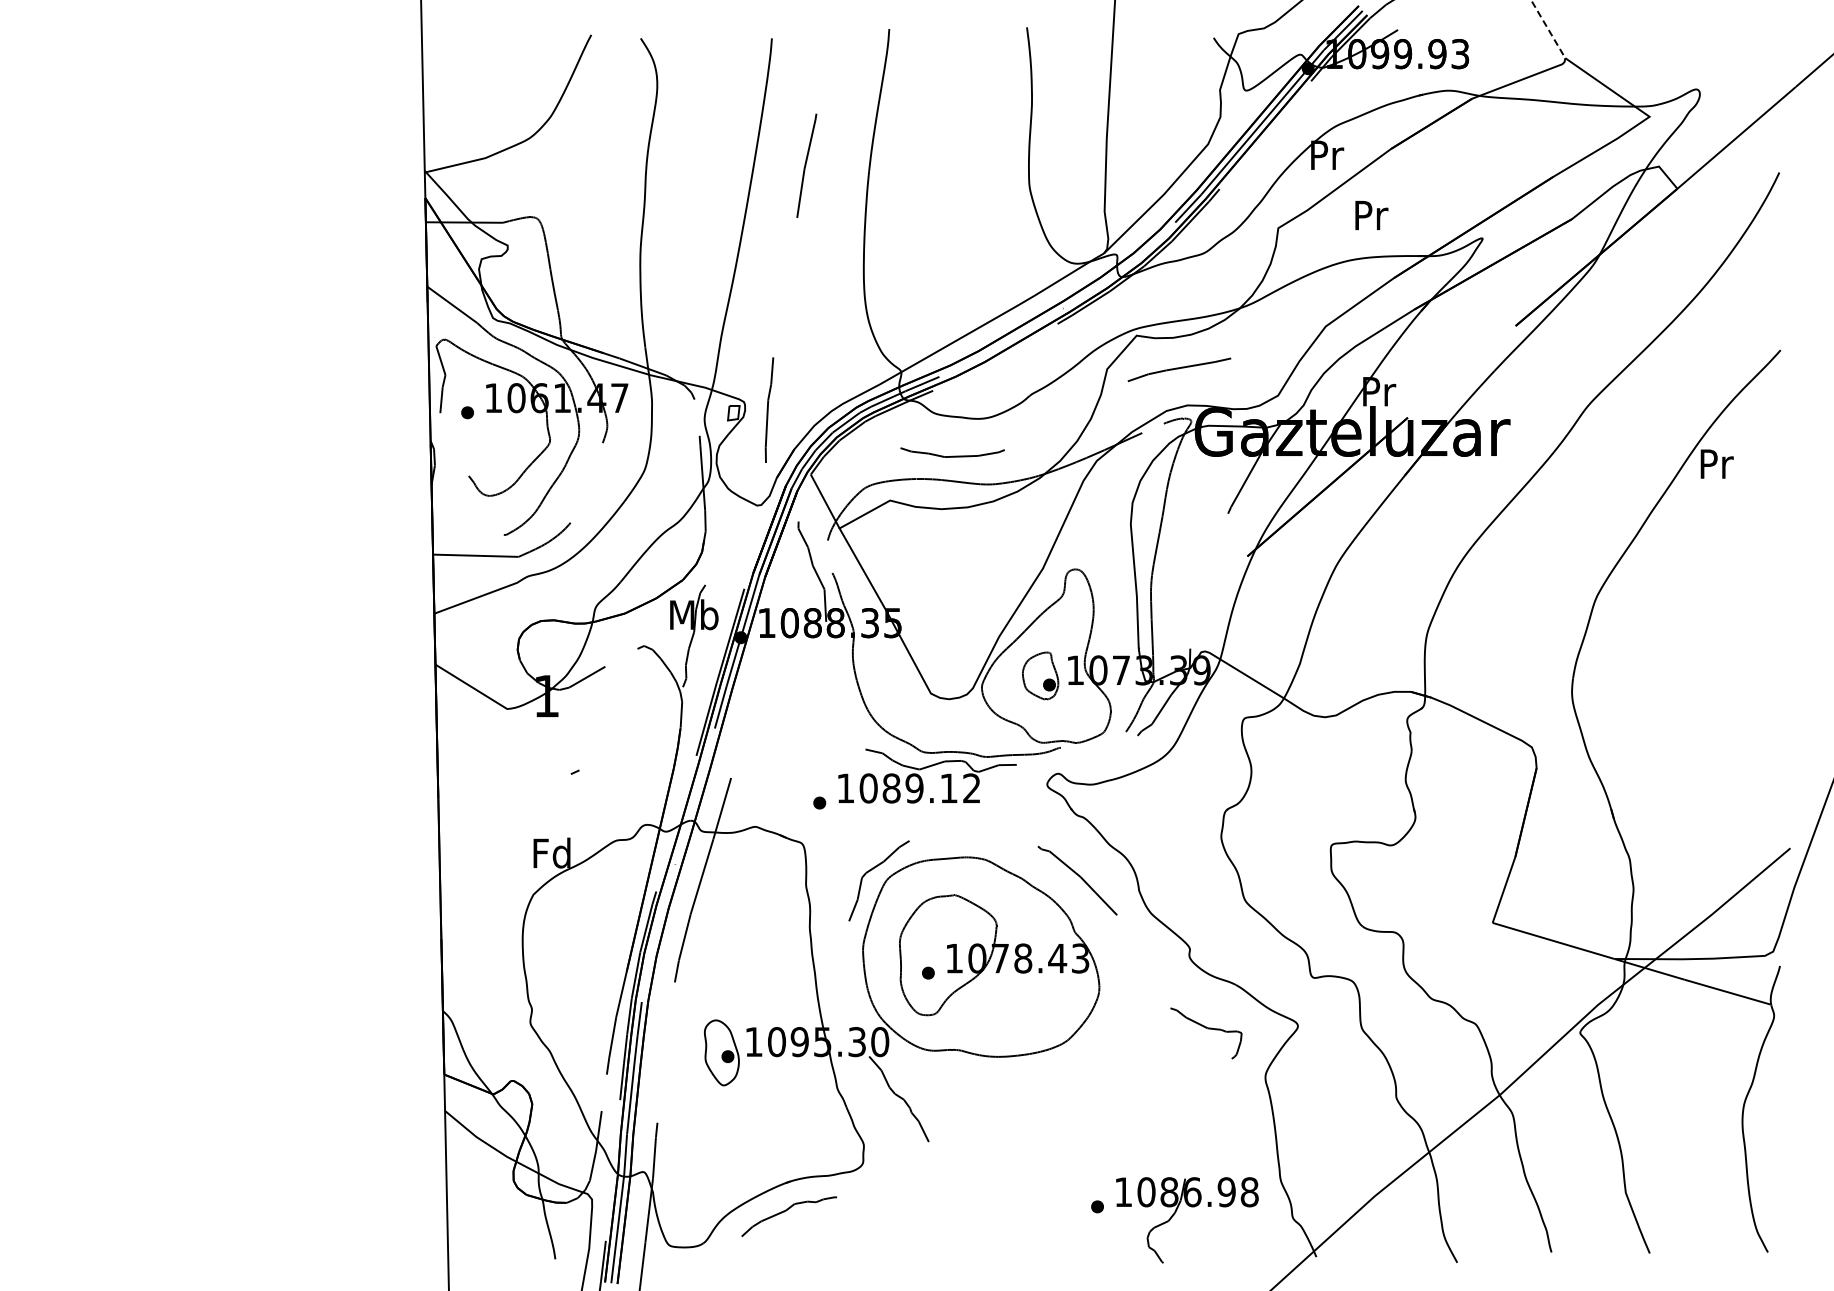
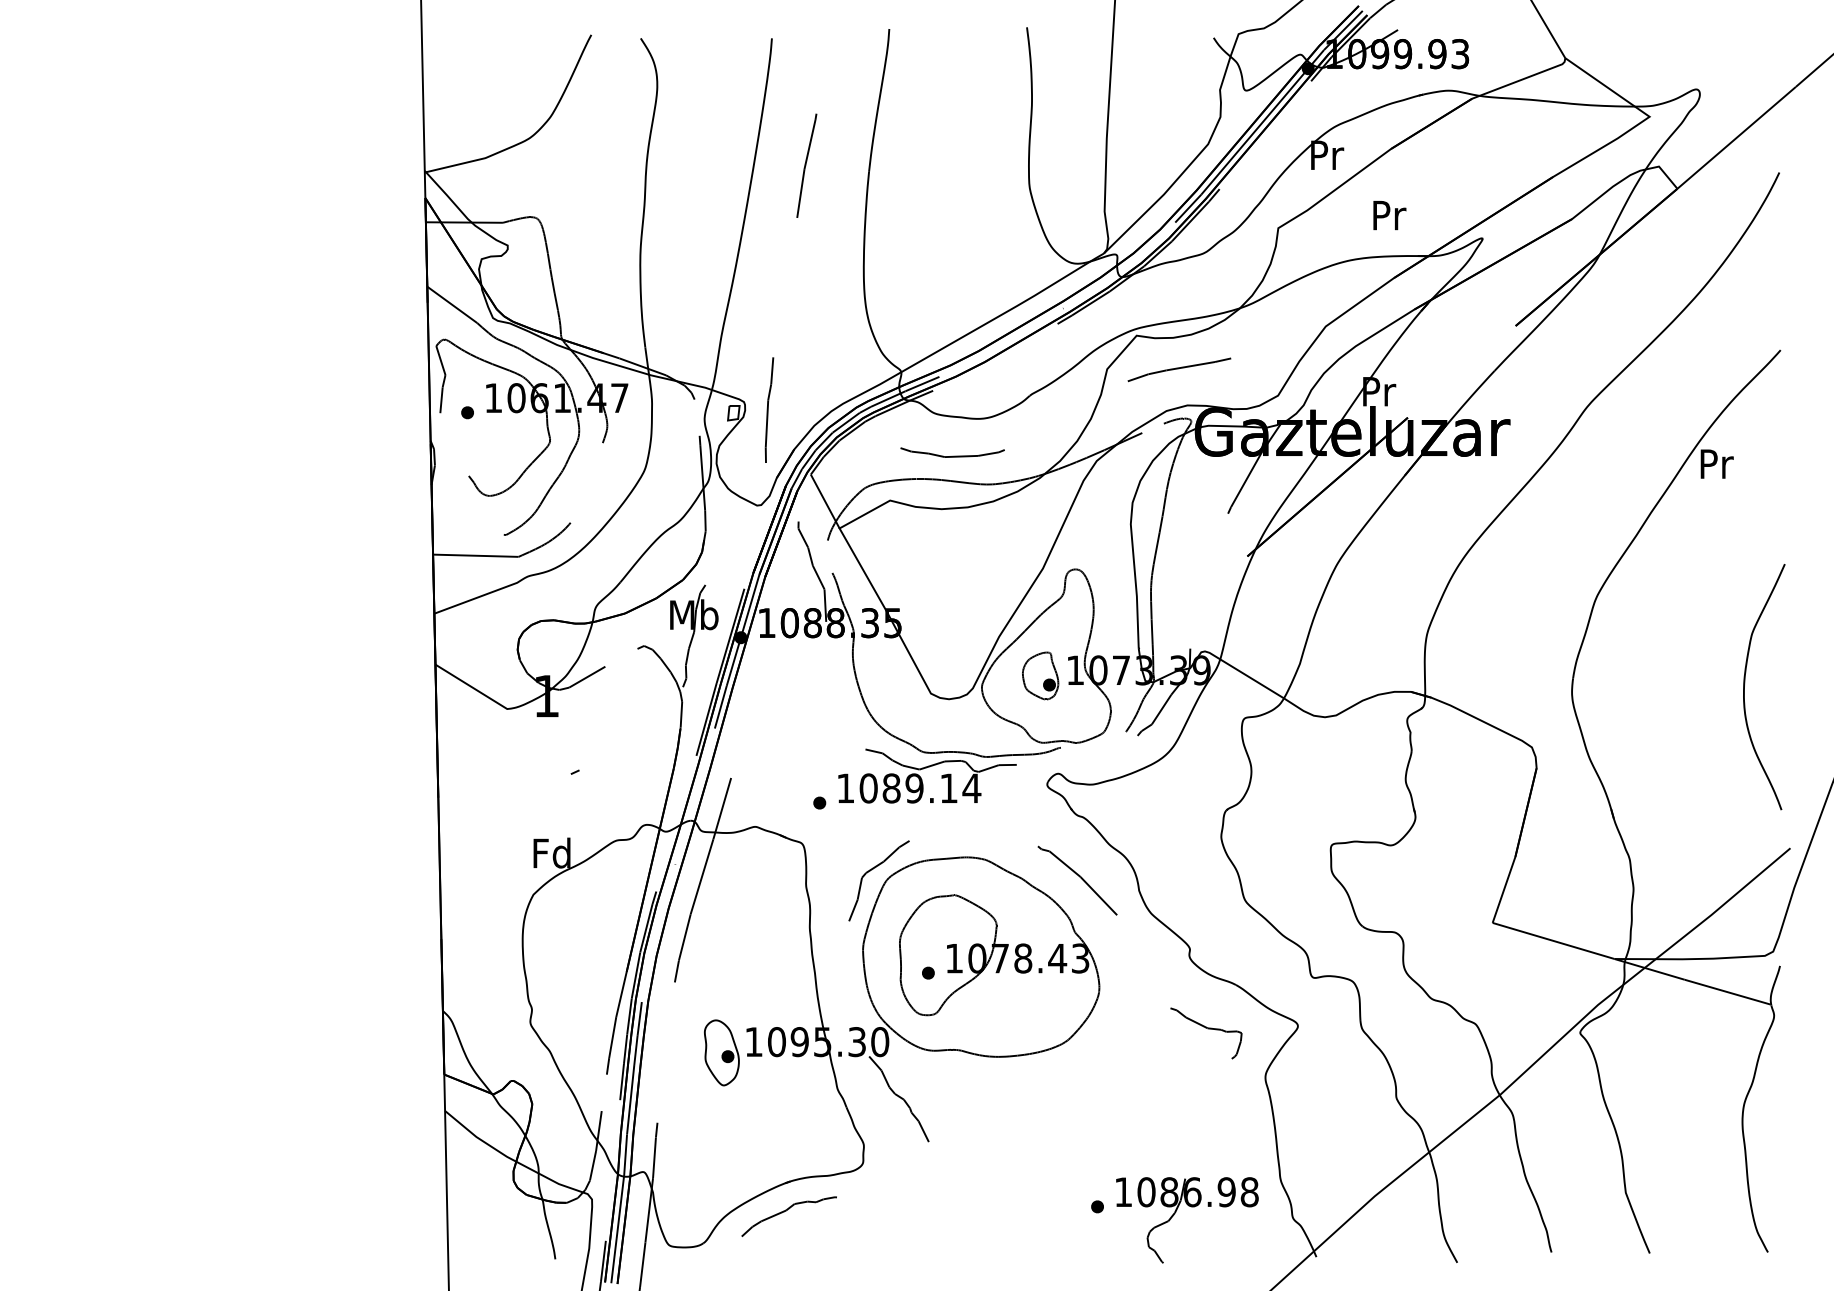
line at (1548, 29): dashed -> solid
text at (1371, 215) position: (1371, 215) -> (1389, 215)
curve at (1745, 683): none -> present
text at (971, 787): 1089.12 -> 1089.14
